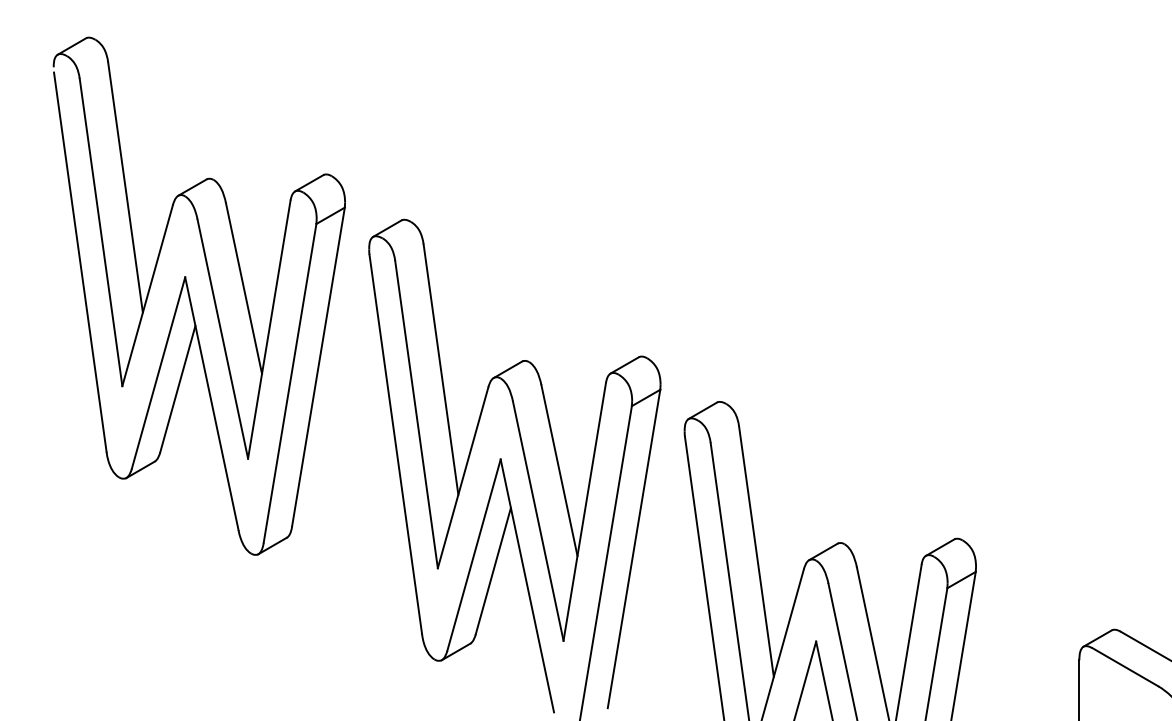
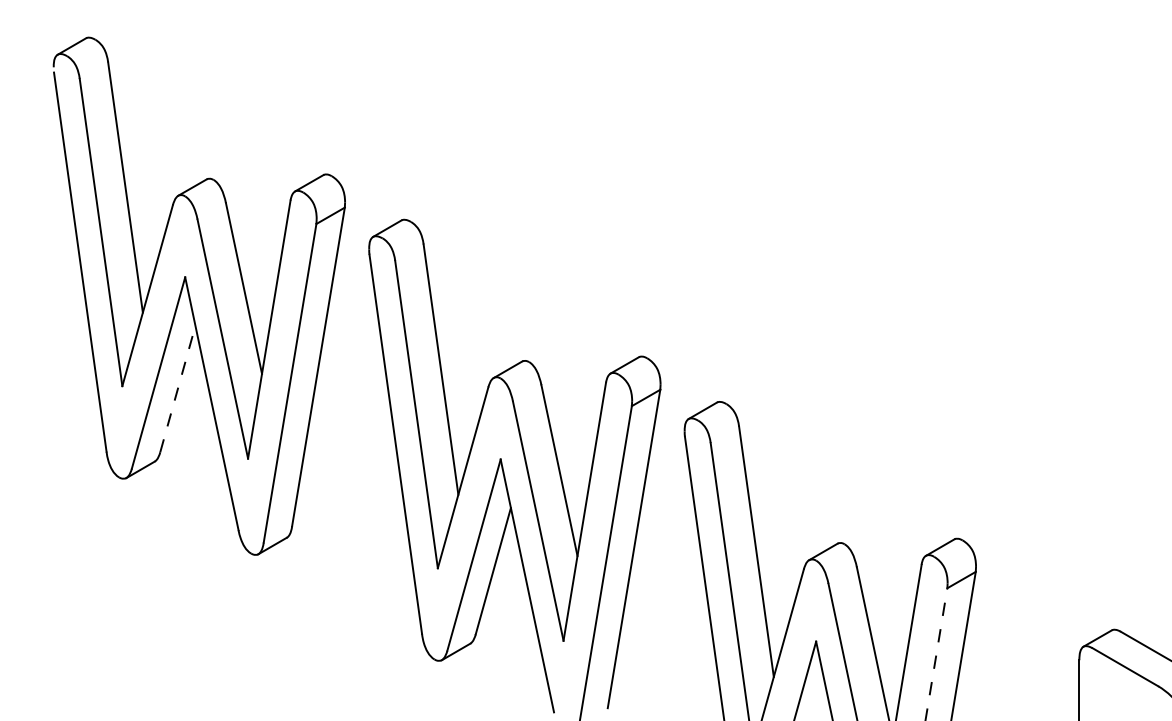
line at (177, 389): solid -> dashed
line at (936, 654): solid -> dashed
